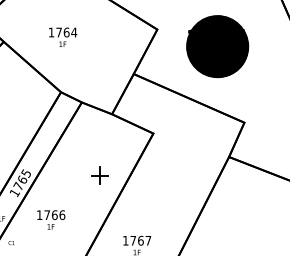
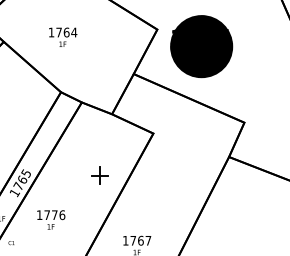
part at (217, 46) position: (217, 46) -> (201, 46)
text at (54, 215): 1766 -> 1776
